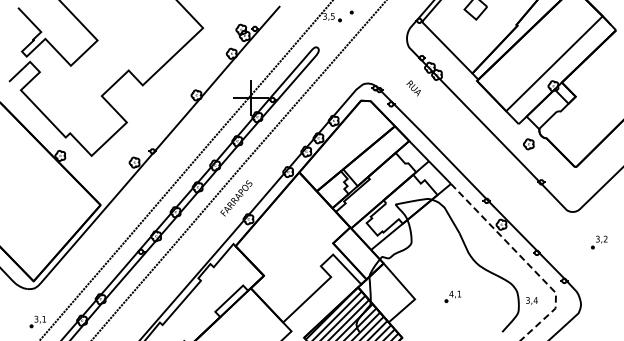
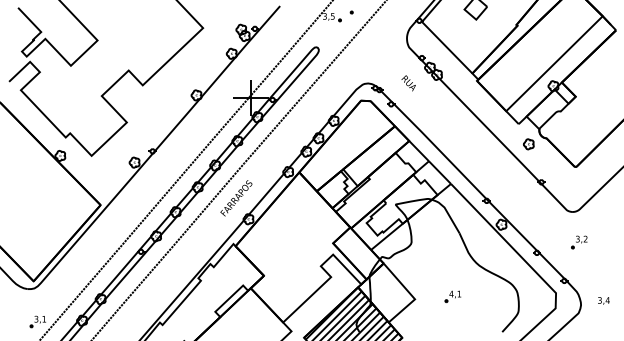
text at (413, 88) position: (413, 88) -> (408, 83)
part at (599, 242) position: (599, 242) -> (579, 242)
line at (526, 262): dashed -> solid
text at (531, 300) position: (531, 300) -> (603, 300)
